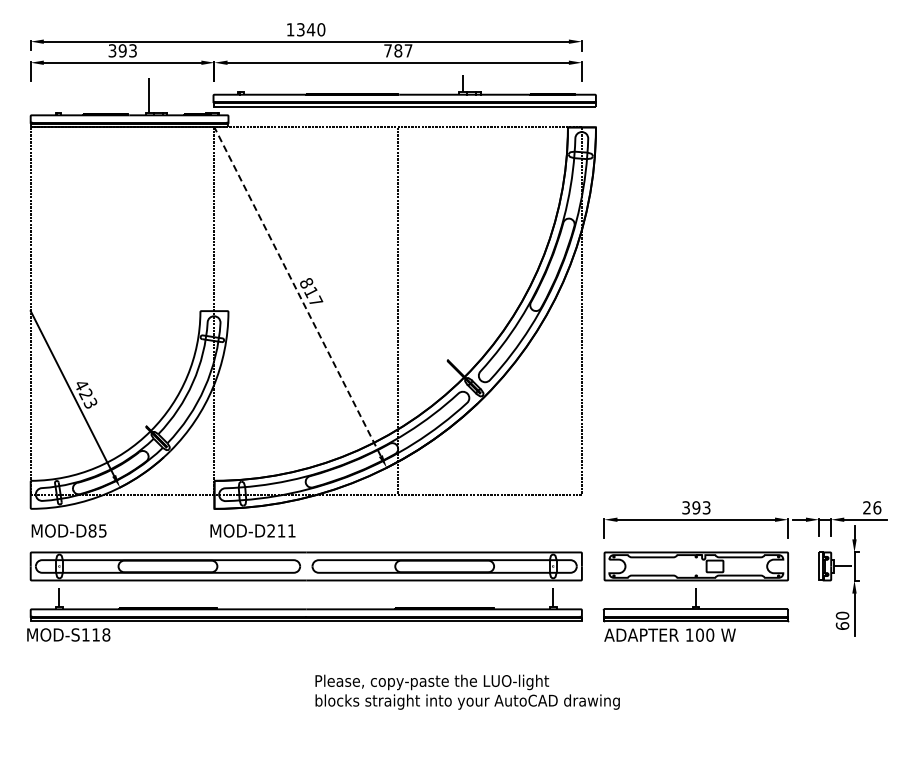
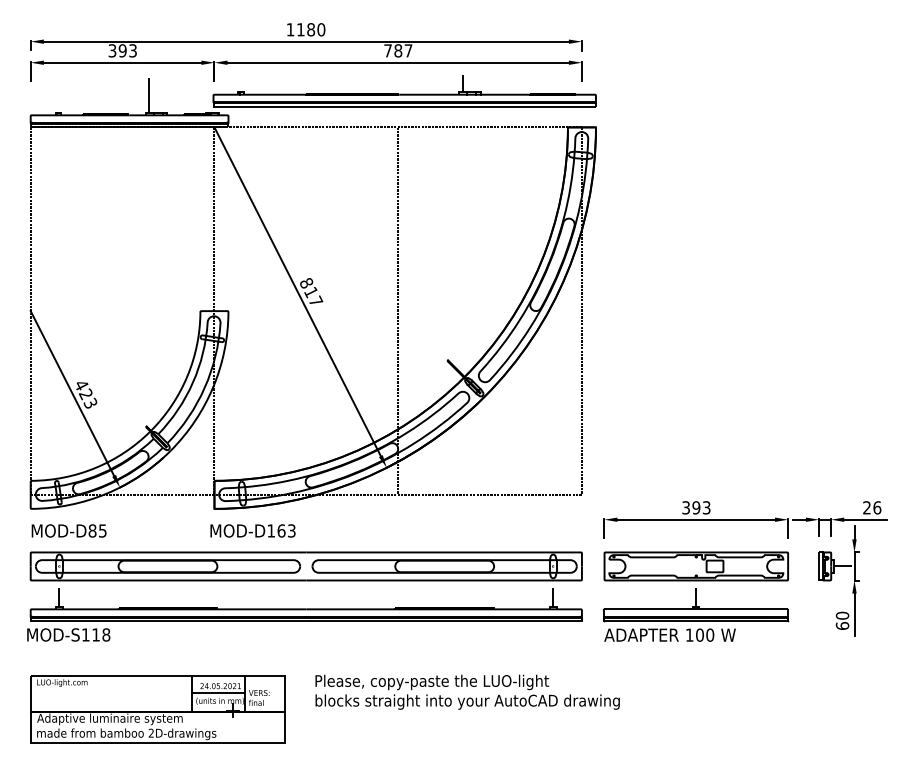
text at (306, 29): 1340 -> 1180
line at (297, 291): dashed -> solid
text at (281, 530): MOD-D211 -> MOD-D163
part at (157, 709): none -> present
